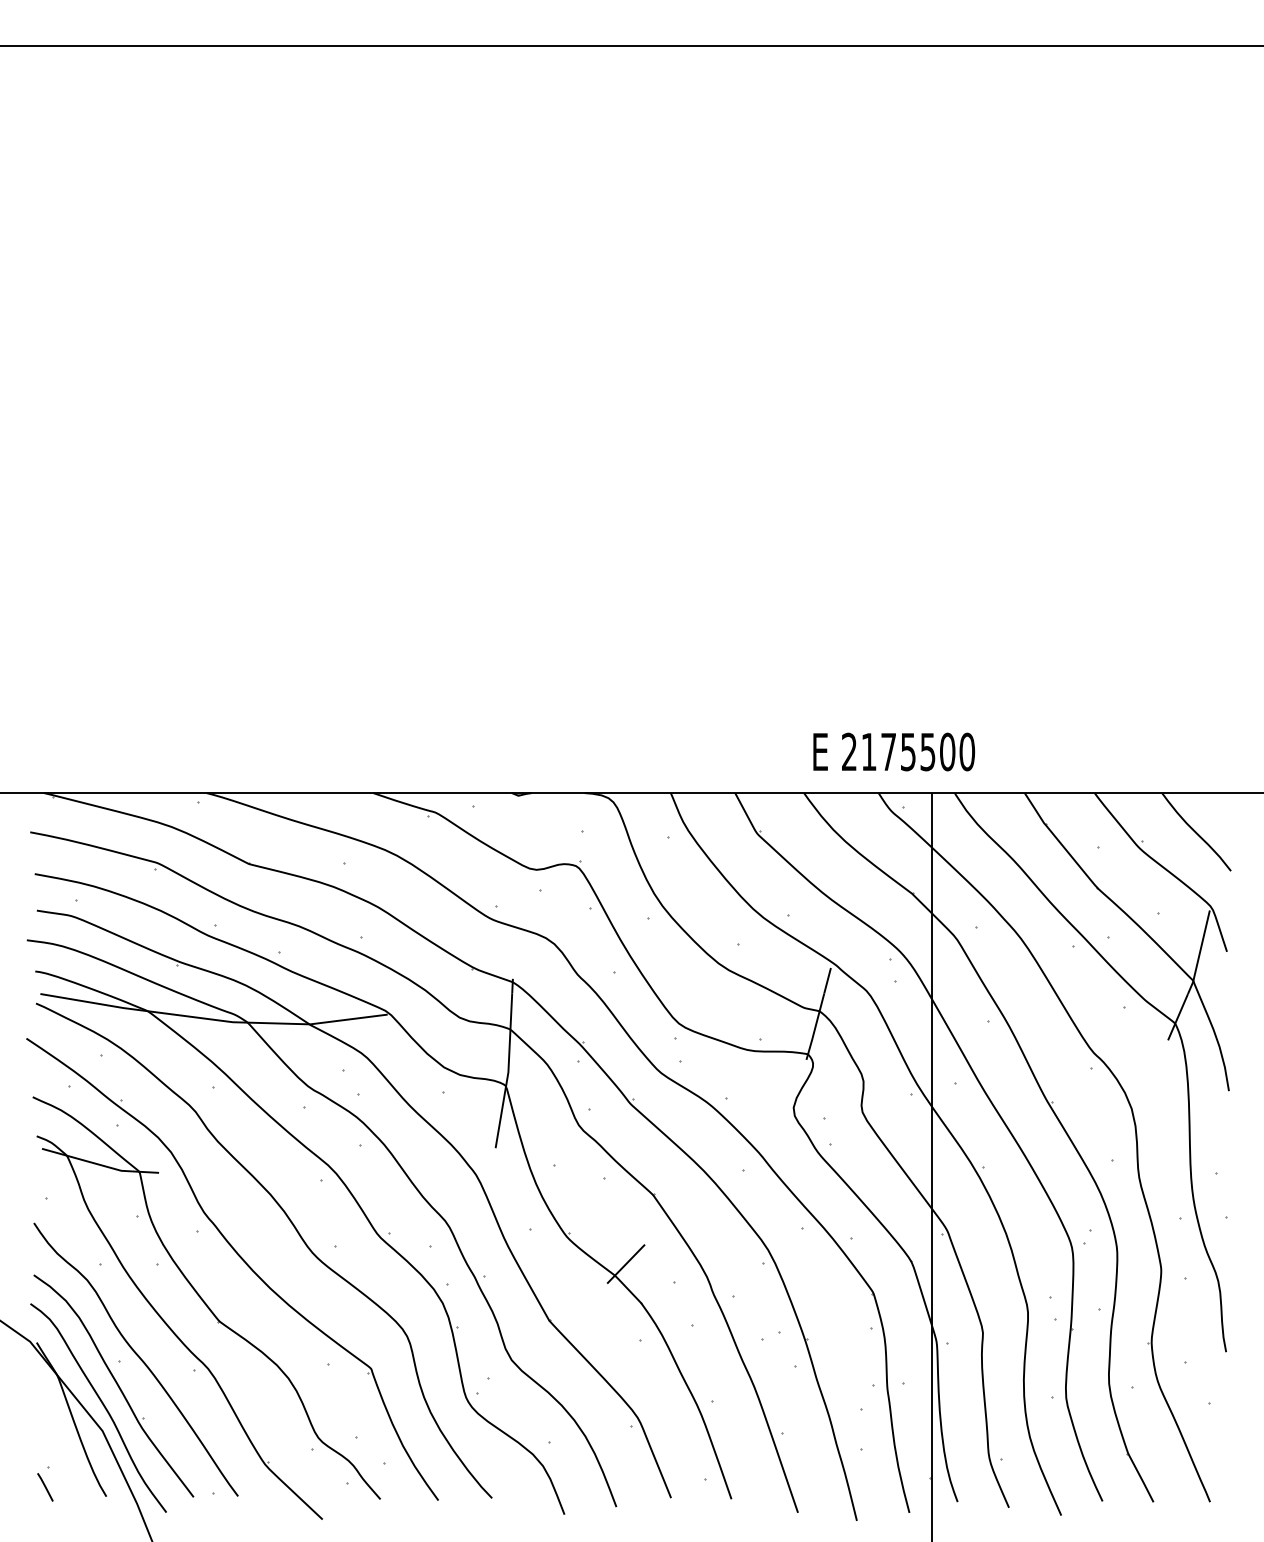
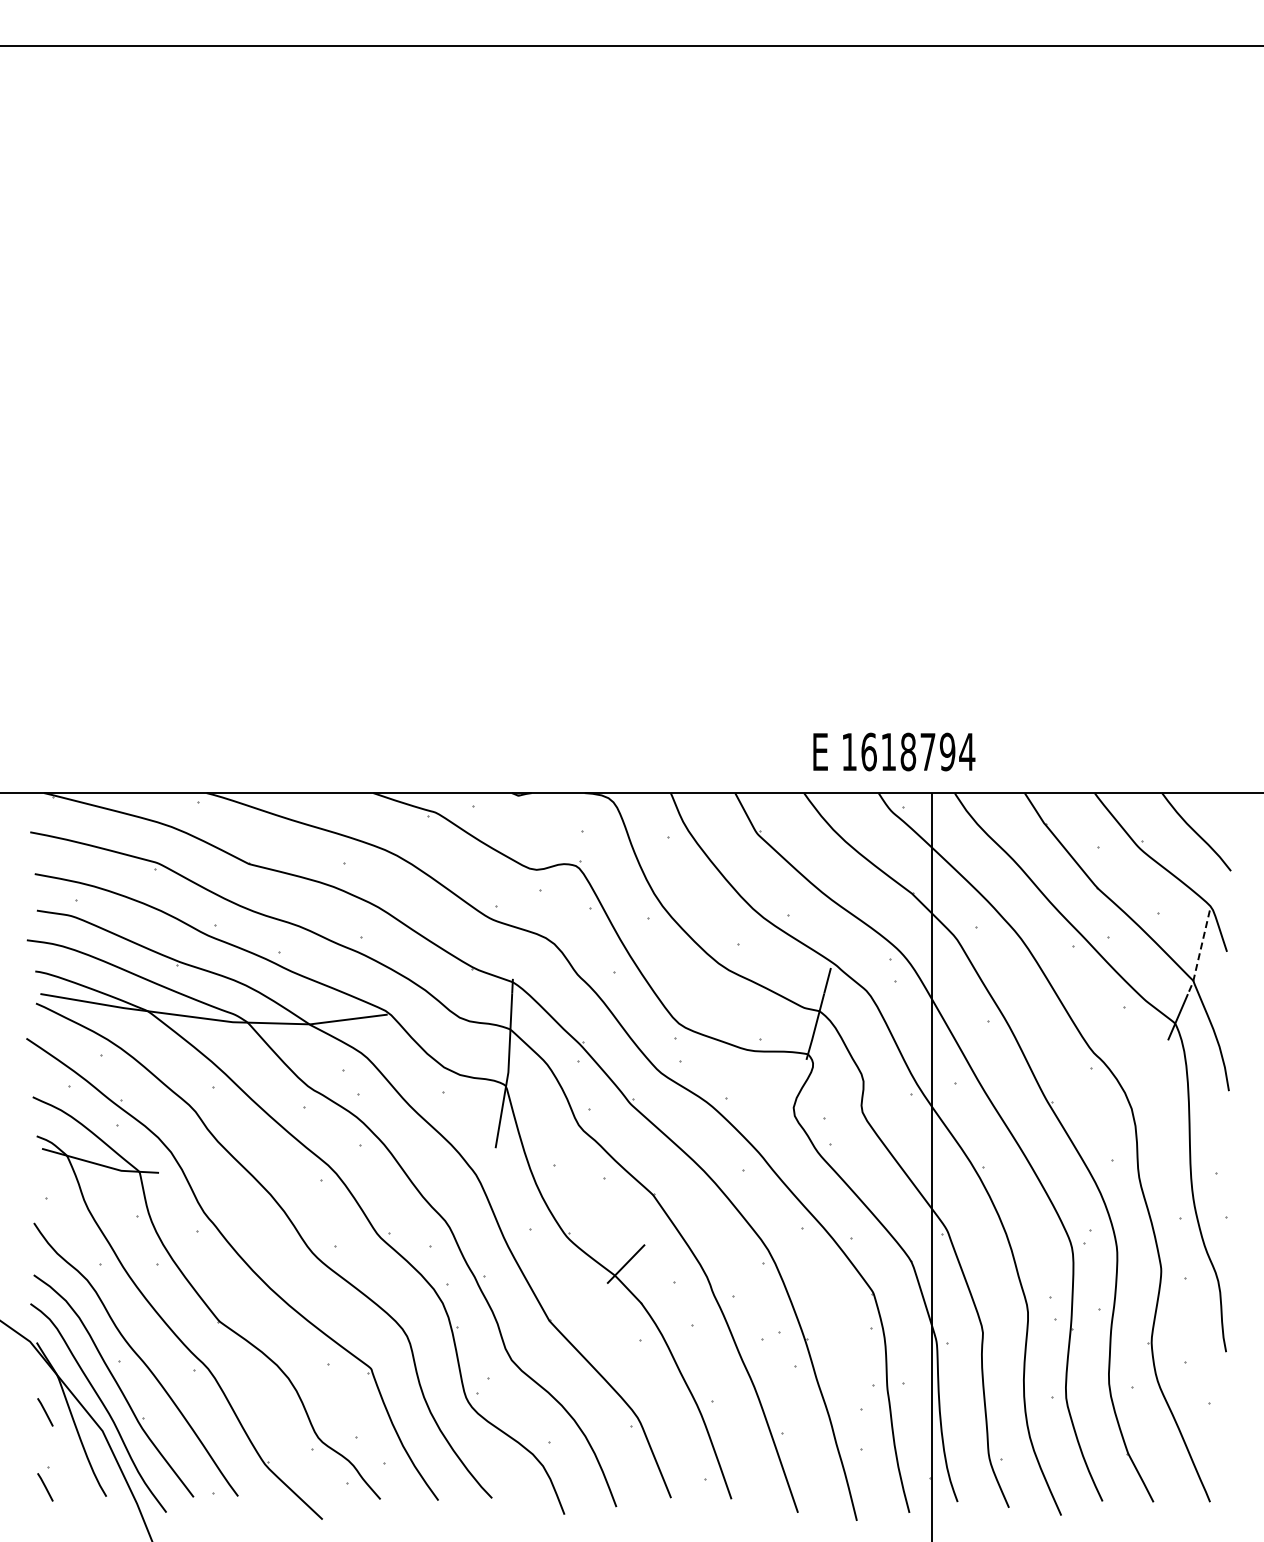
text at (908, 751): 2175500 -> 1618794
line at (1199, 953): solid -> dashed
line at (45, 1412): none -> present
